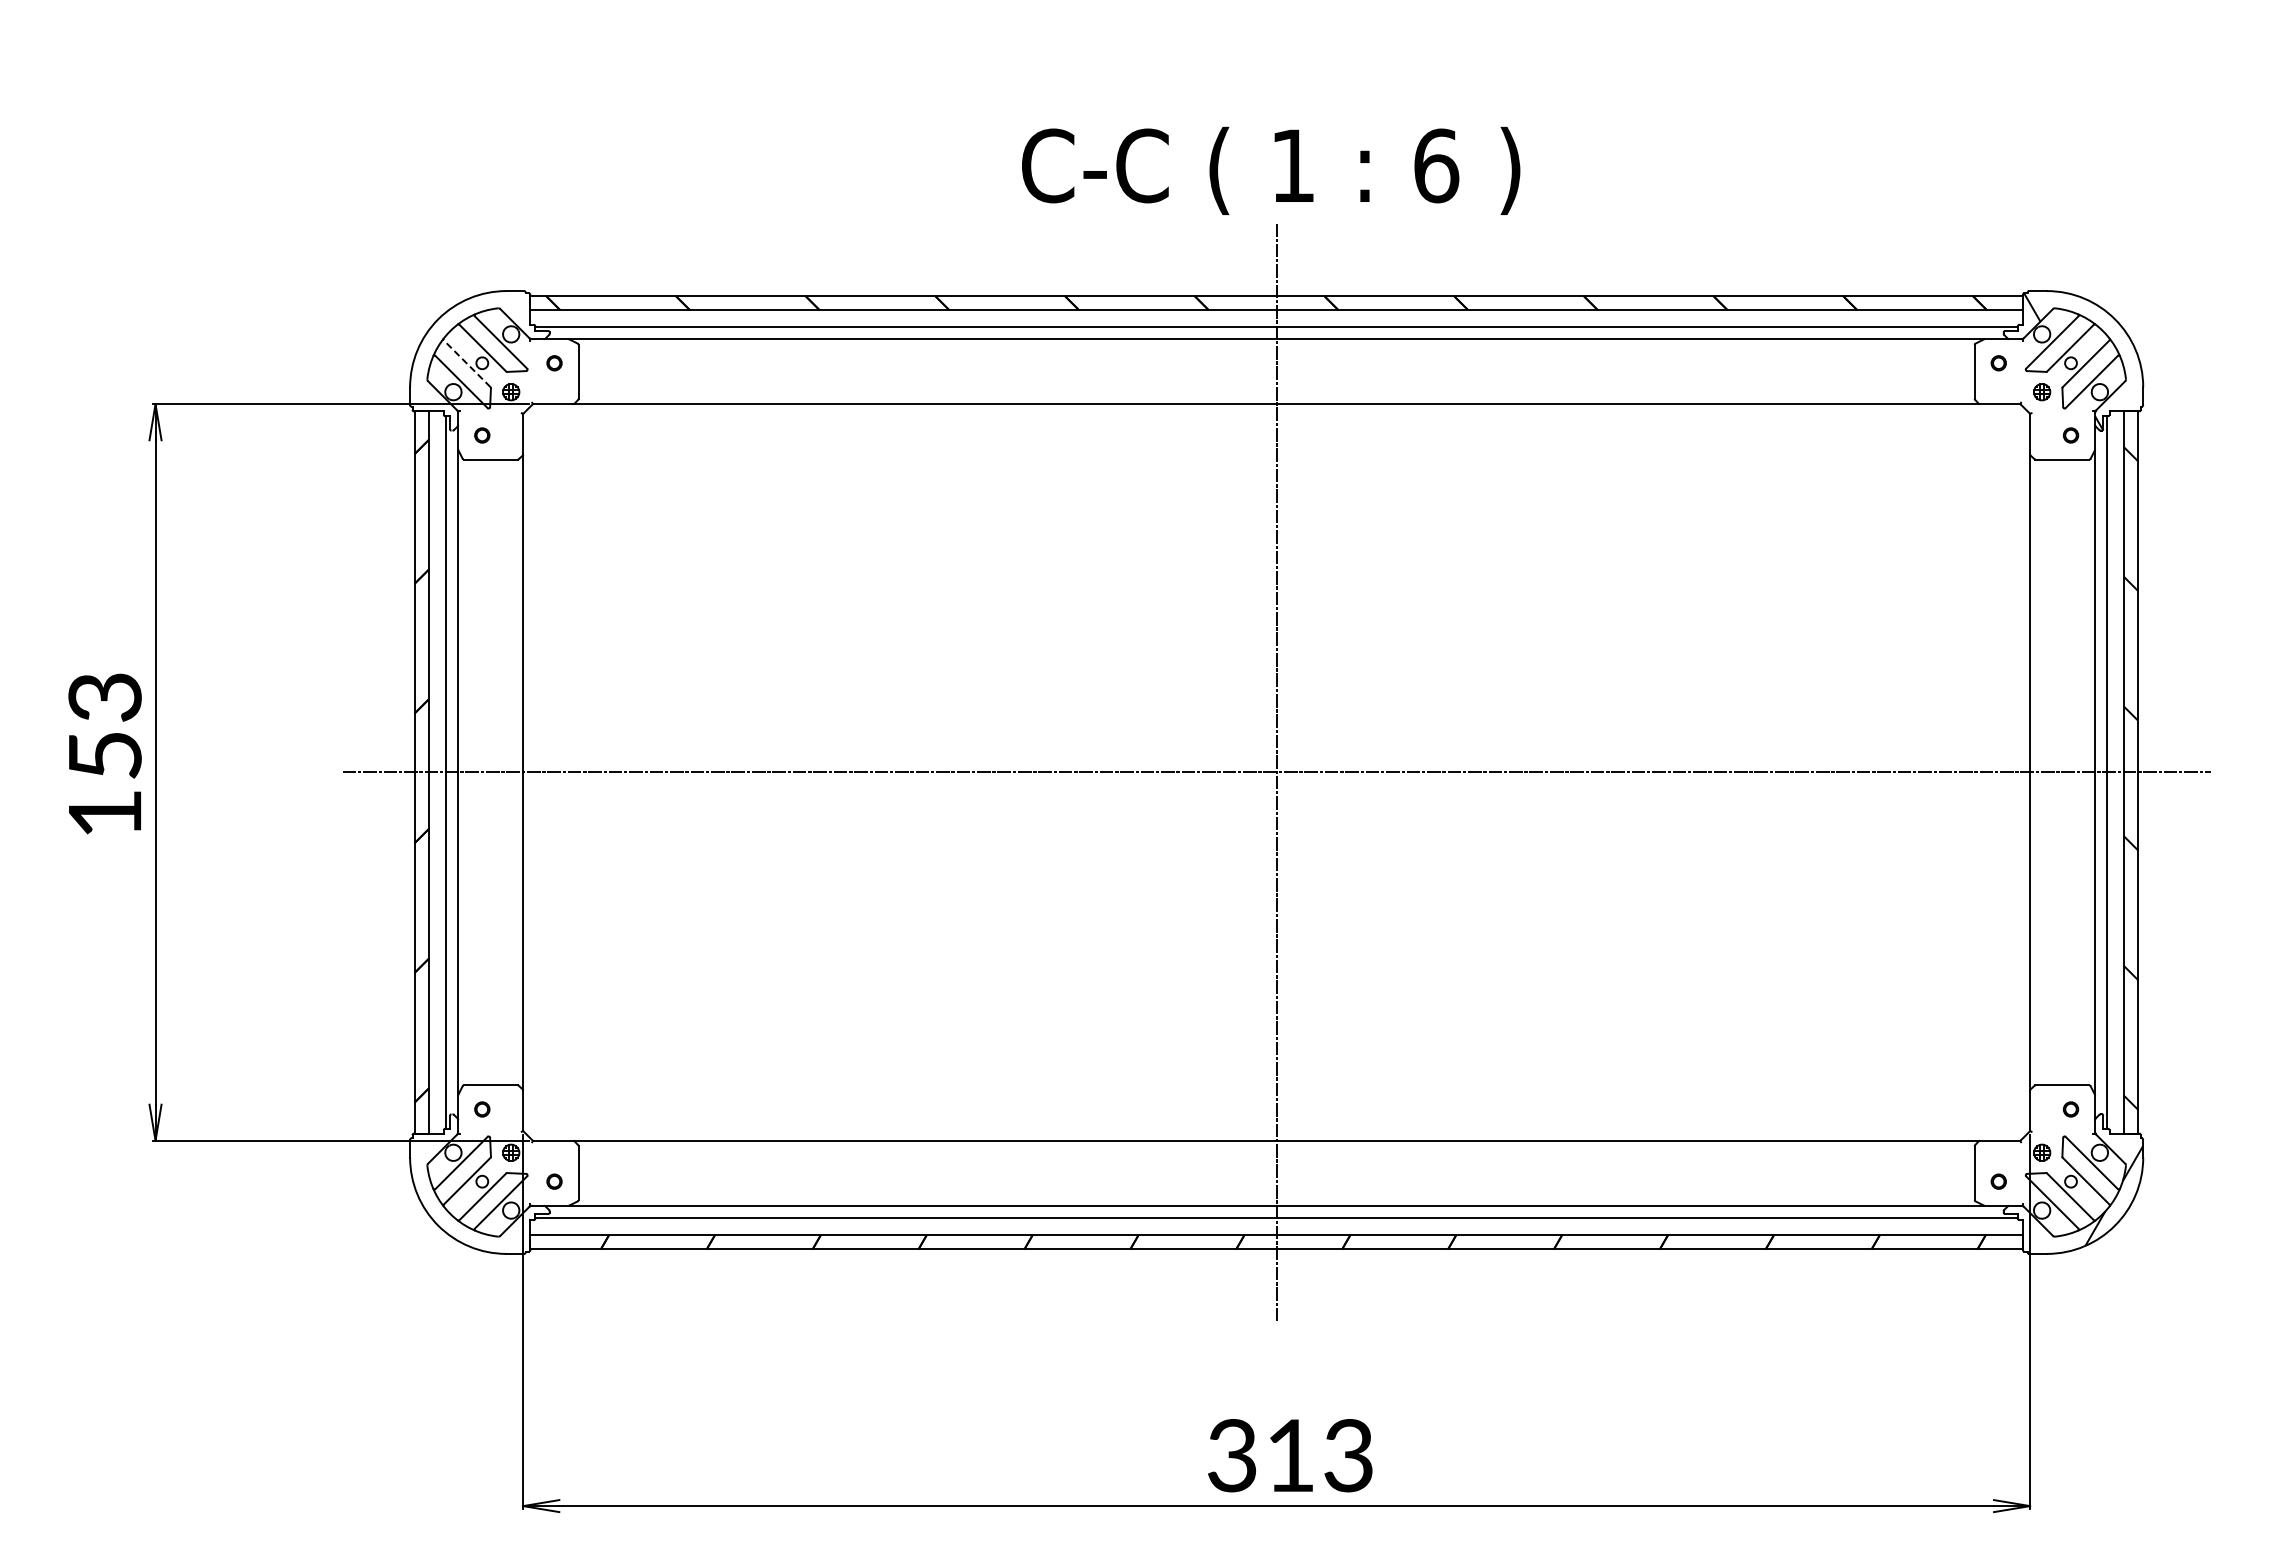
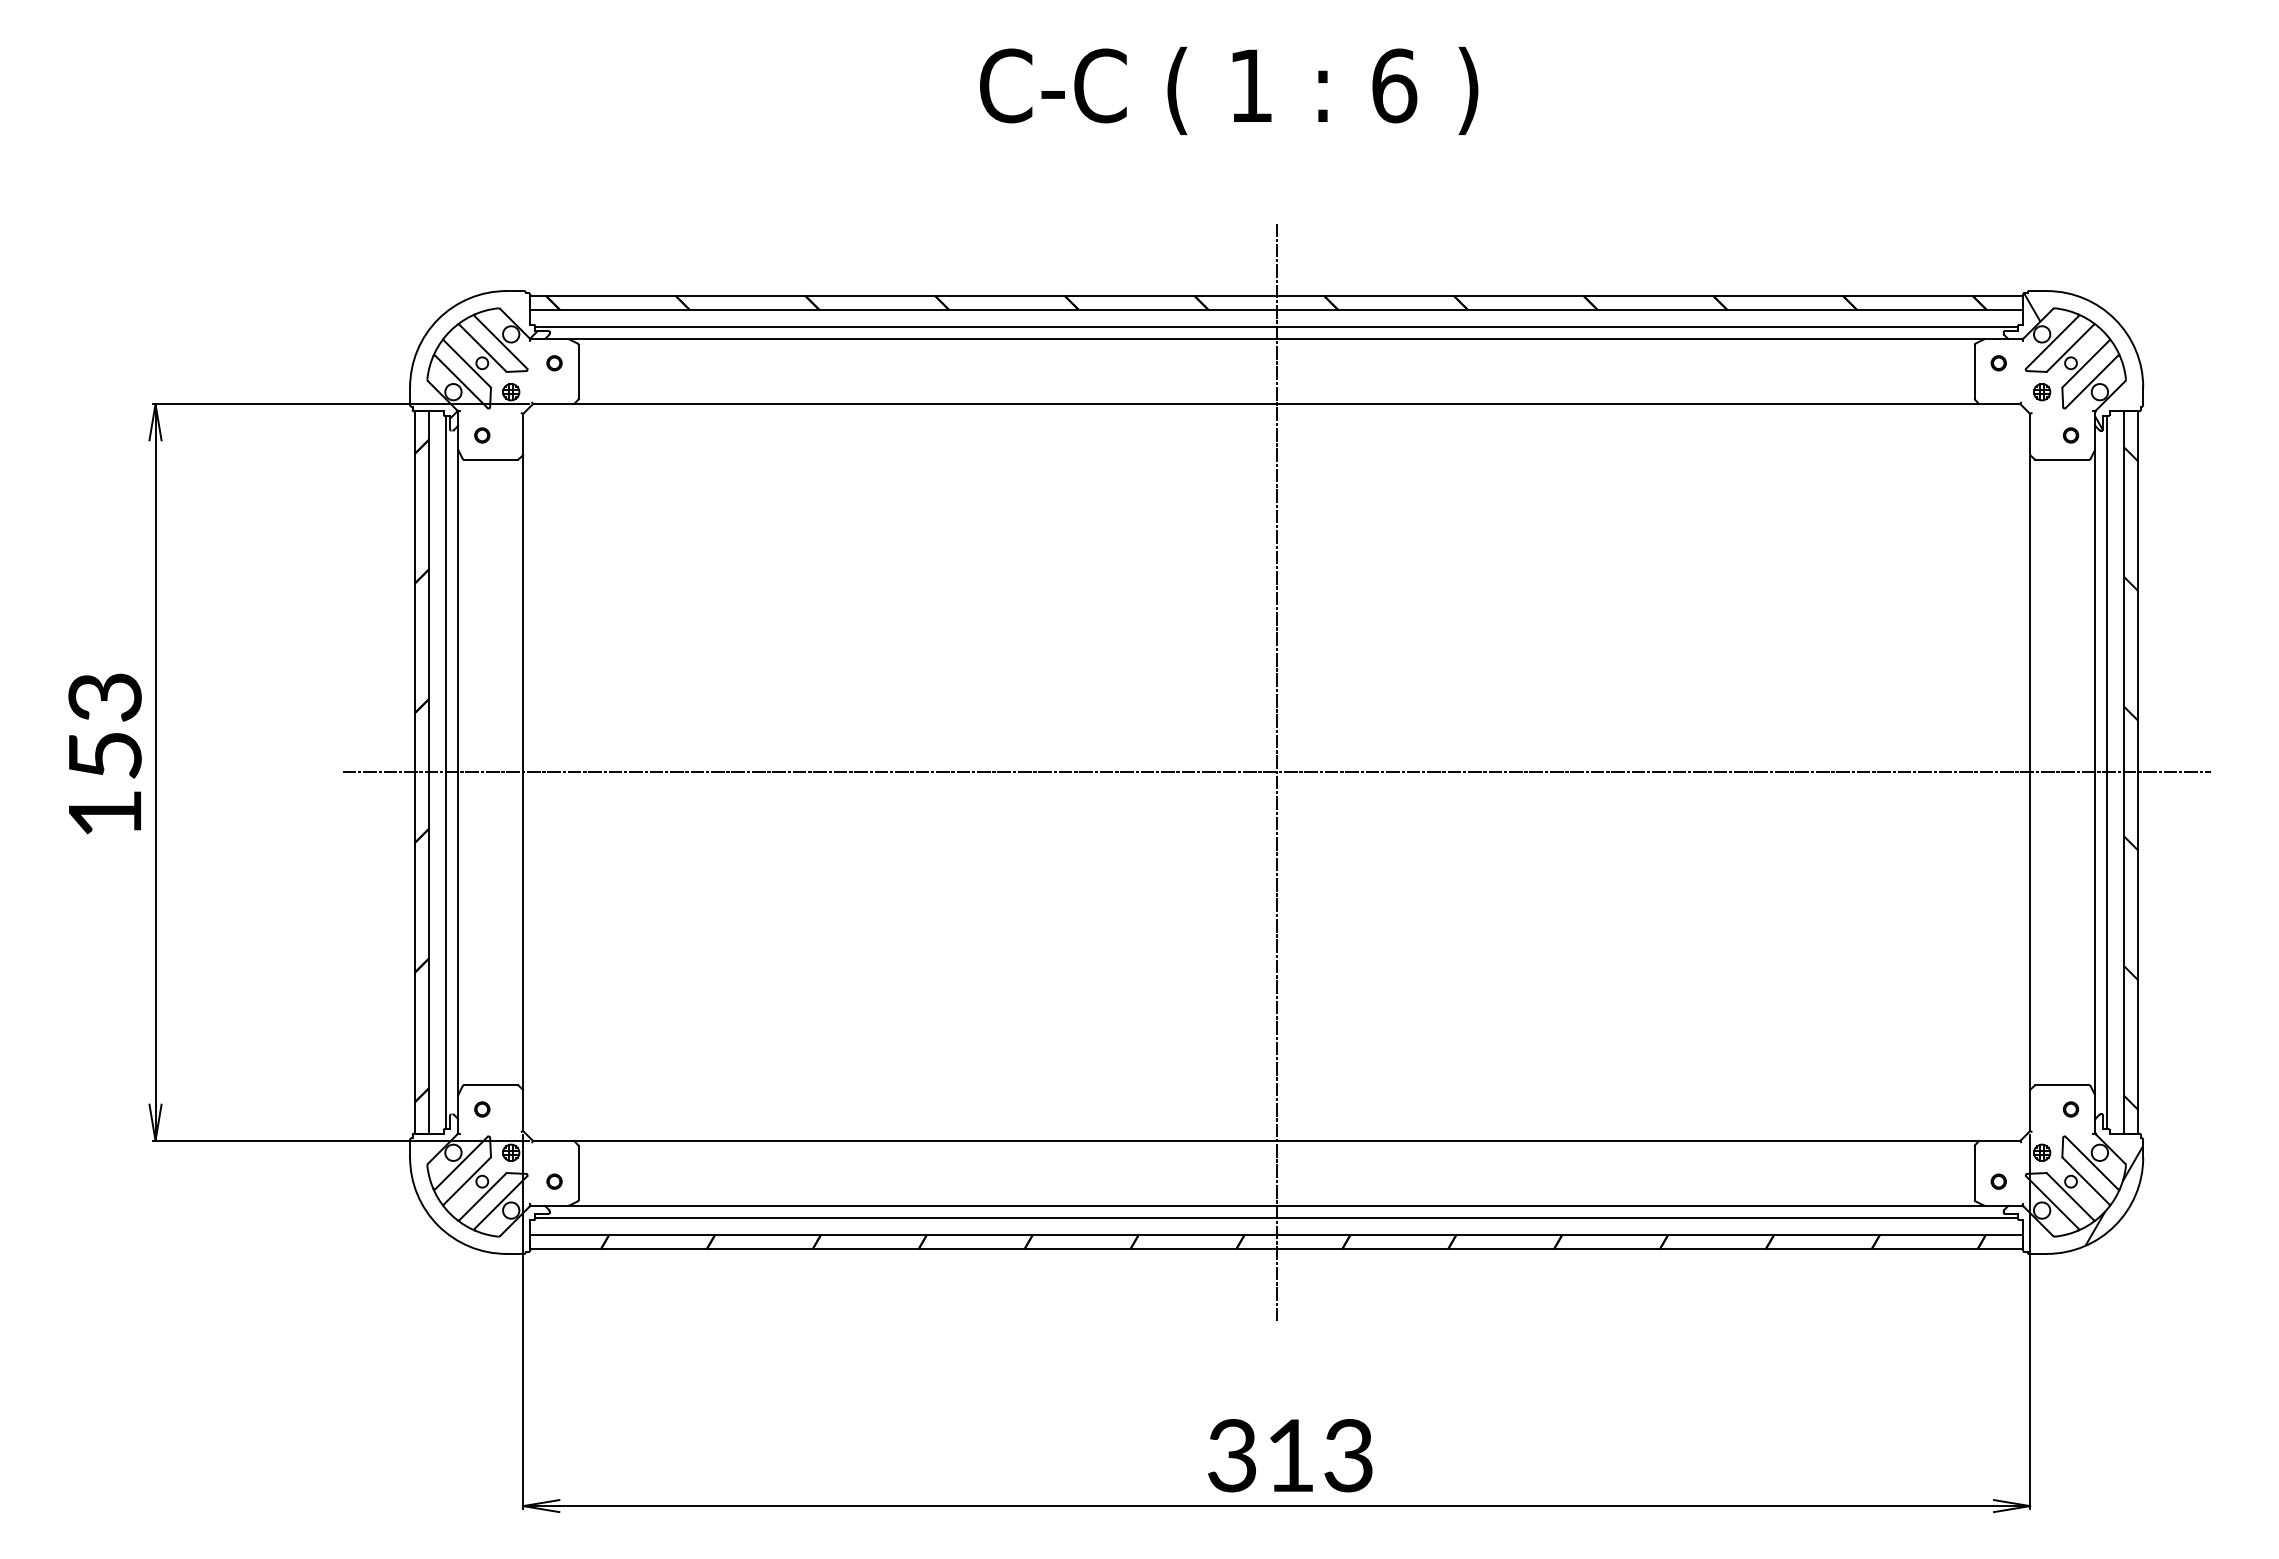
text at (1271, 170) position: (1271, 170) -> (1229, 90)
line at (466, 363): dashed -> solid
hatch at (493, 374): none -> present
